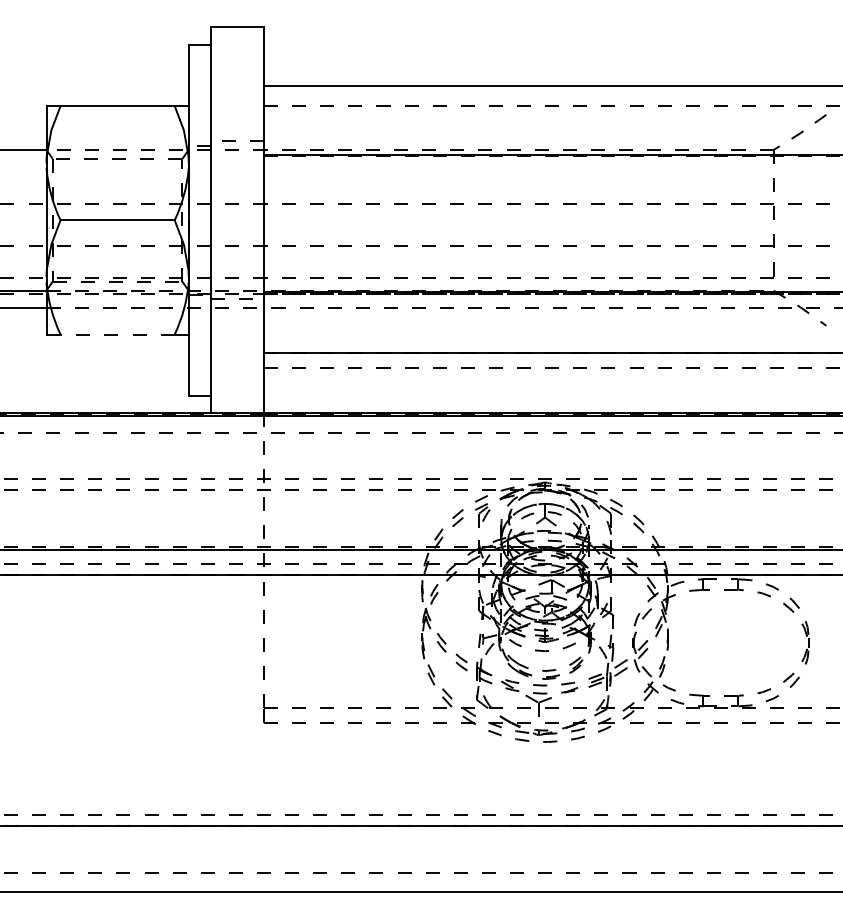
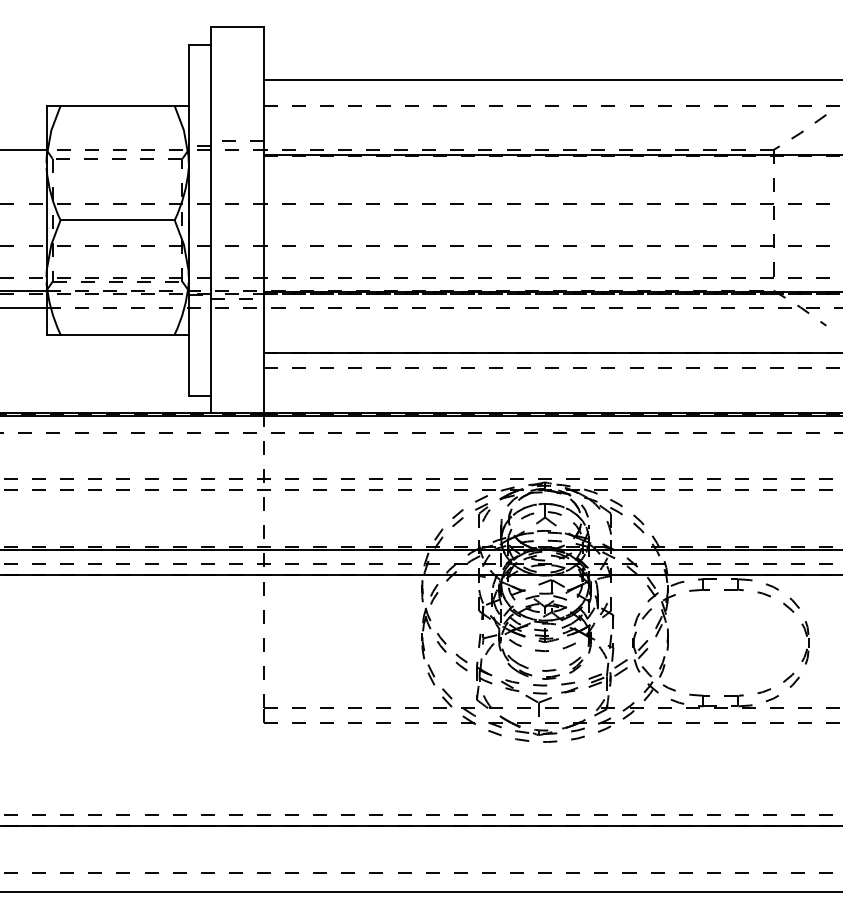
line at (551, 85) position: (551, 85) -> (551, 79)
line at (117, 334): dashed -> solid
